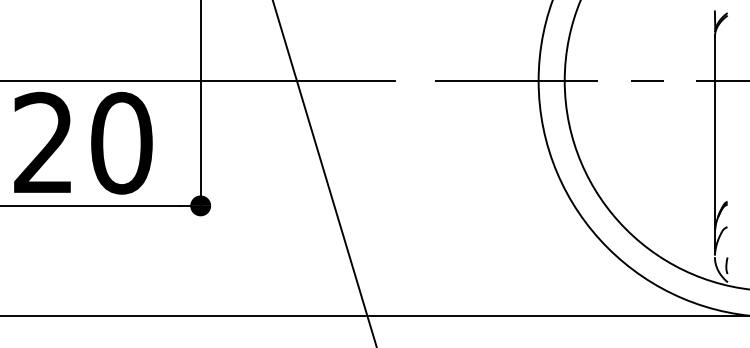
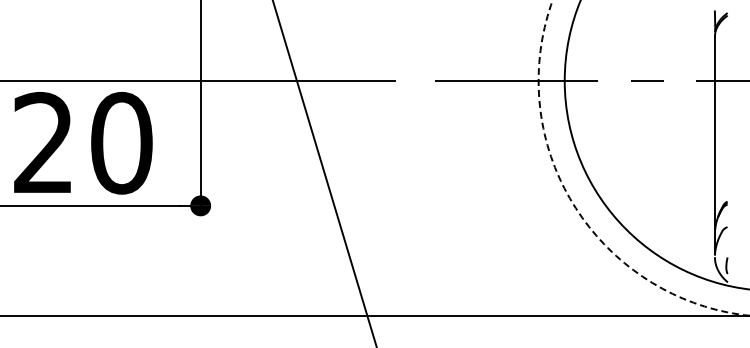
circle at (643, 157): solid -> dashed
